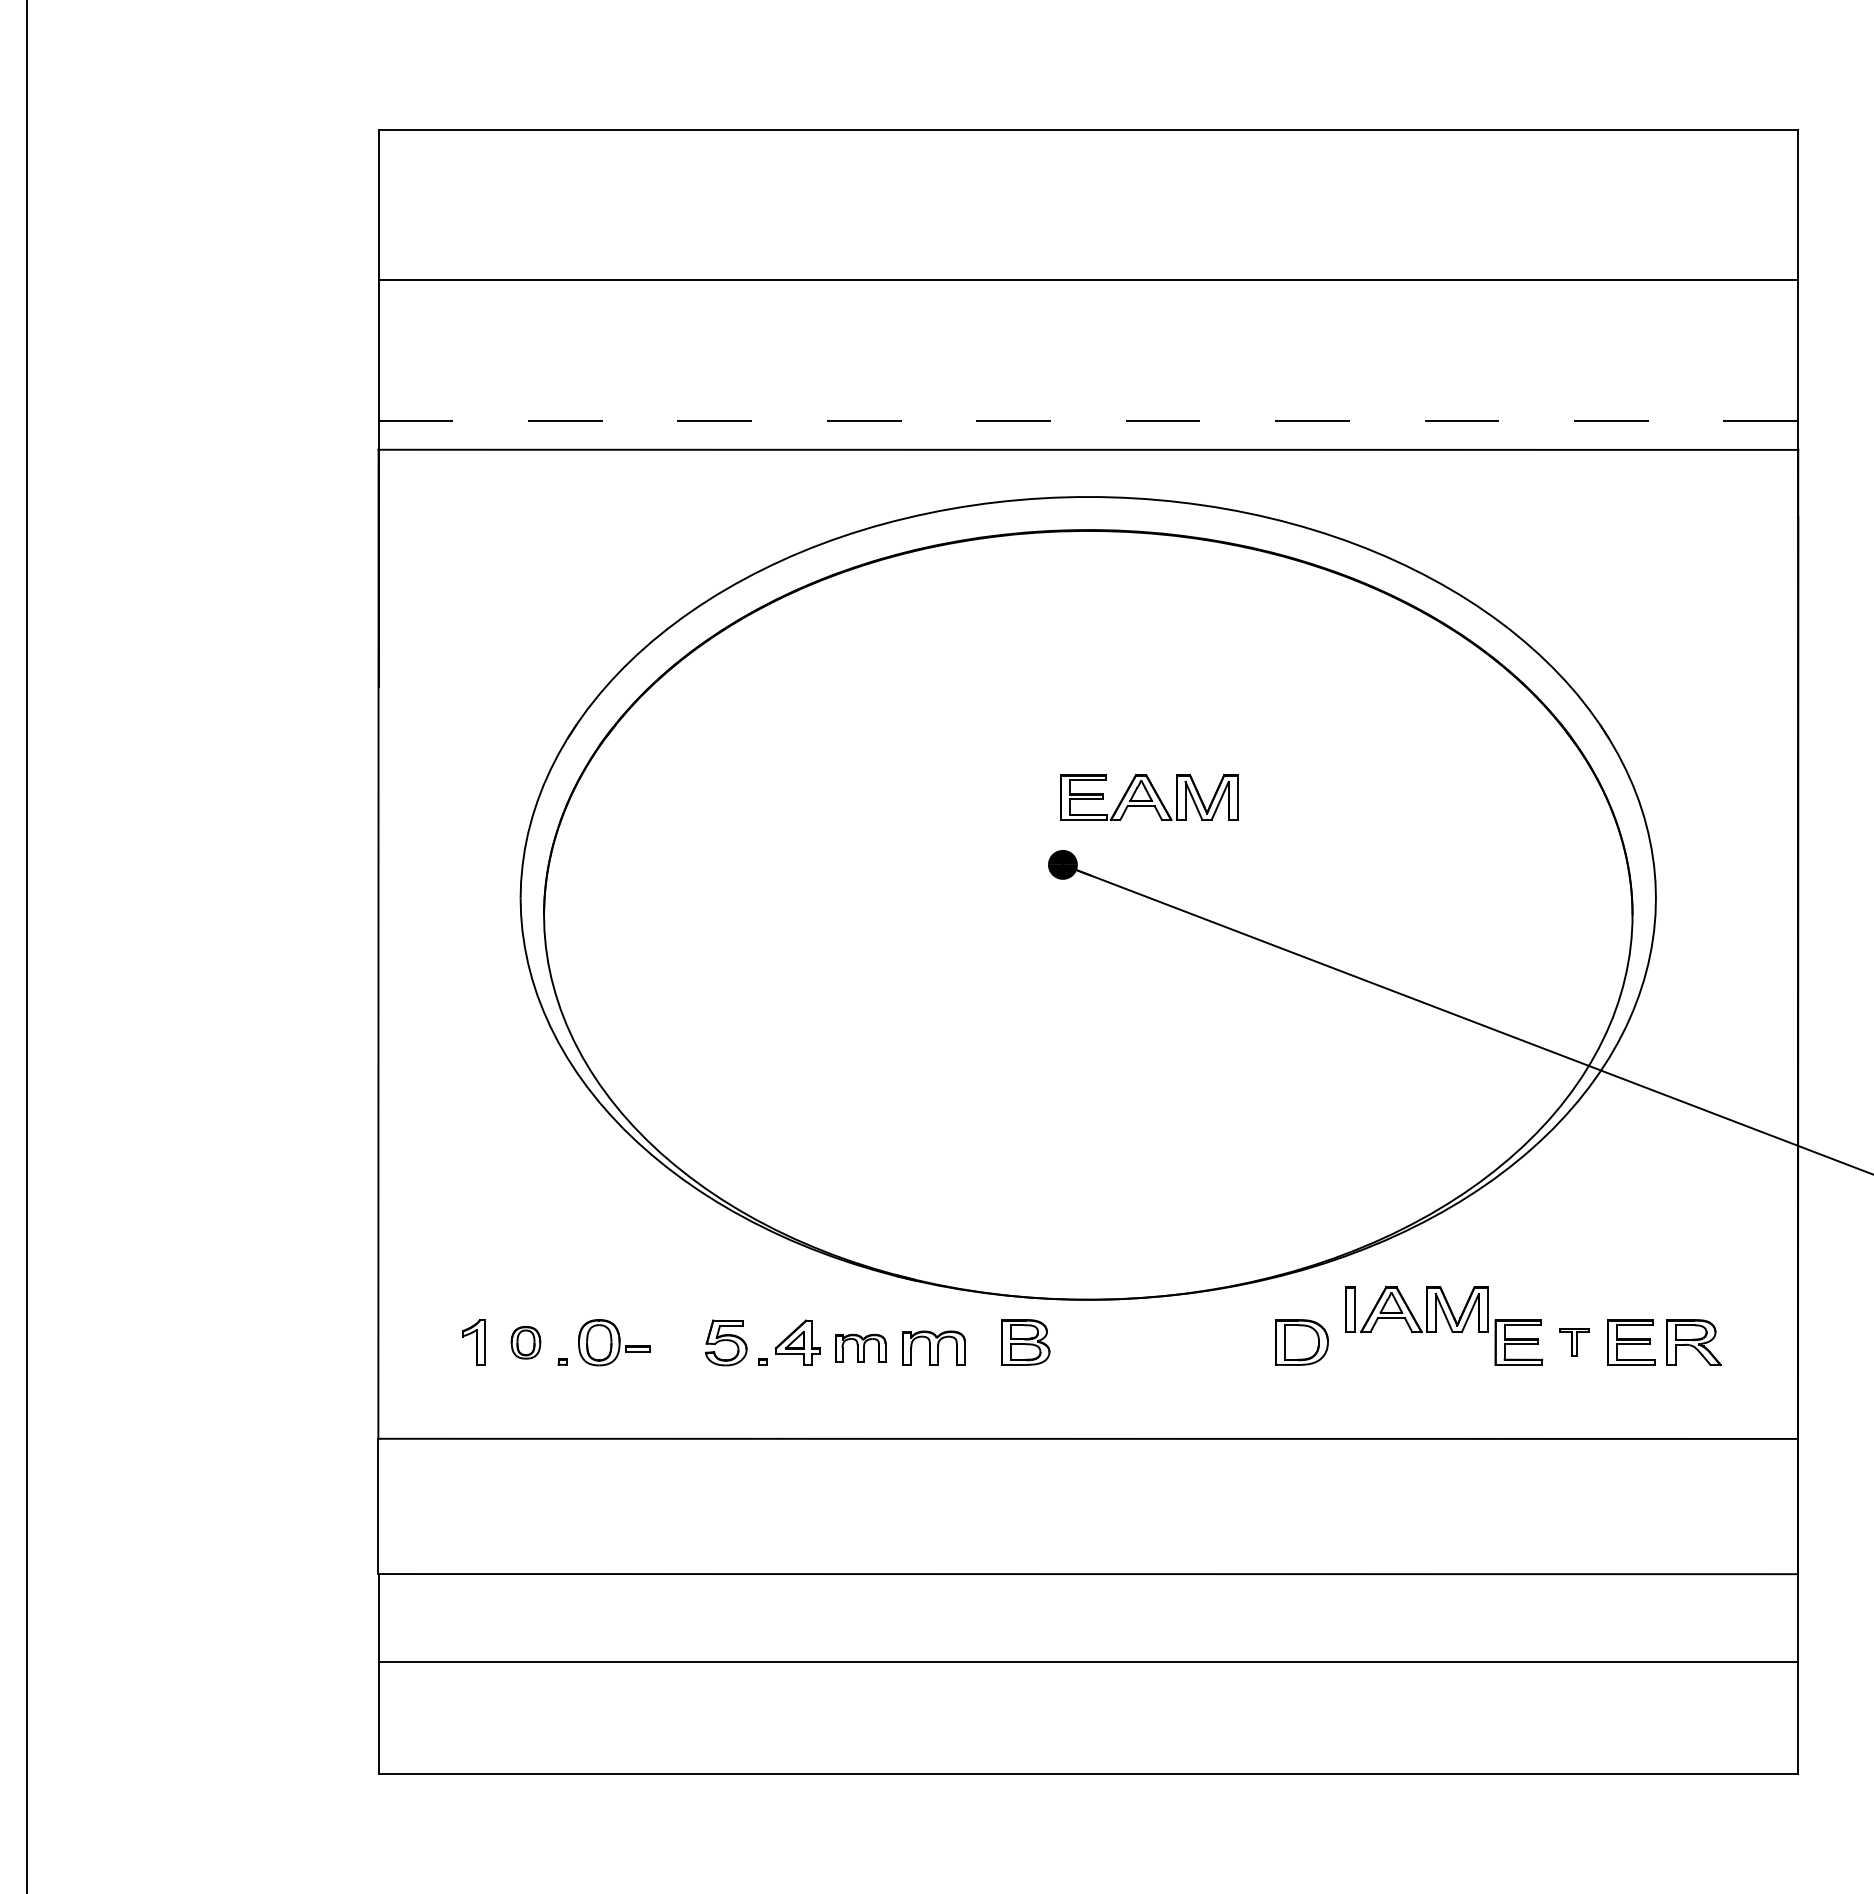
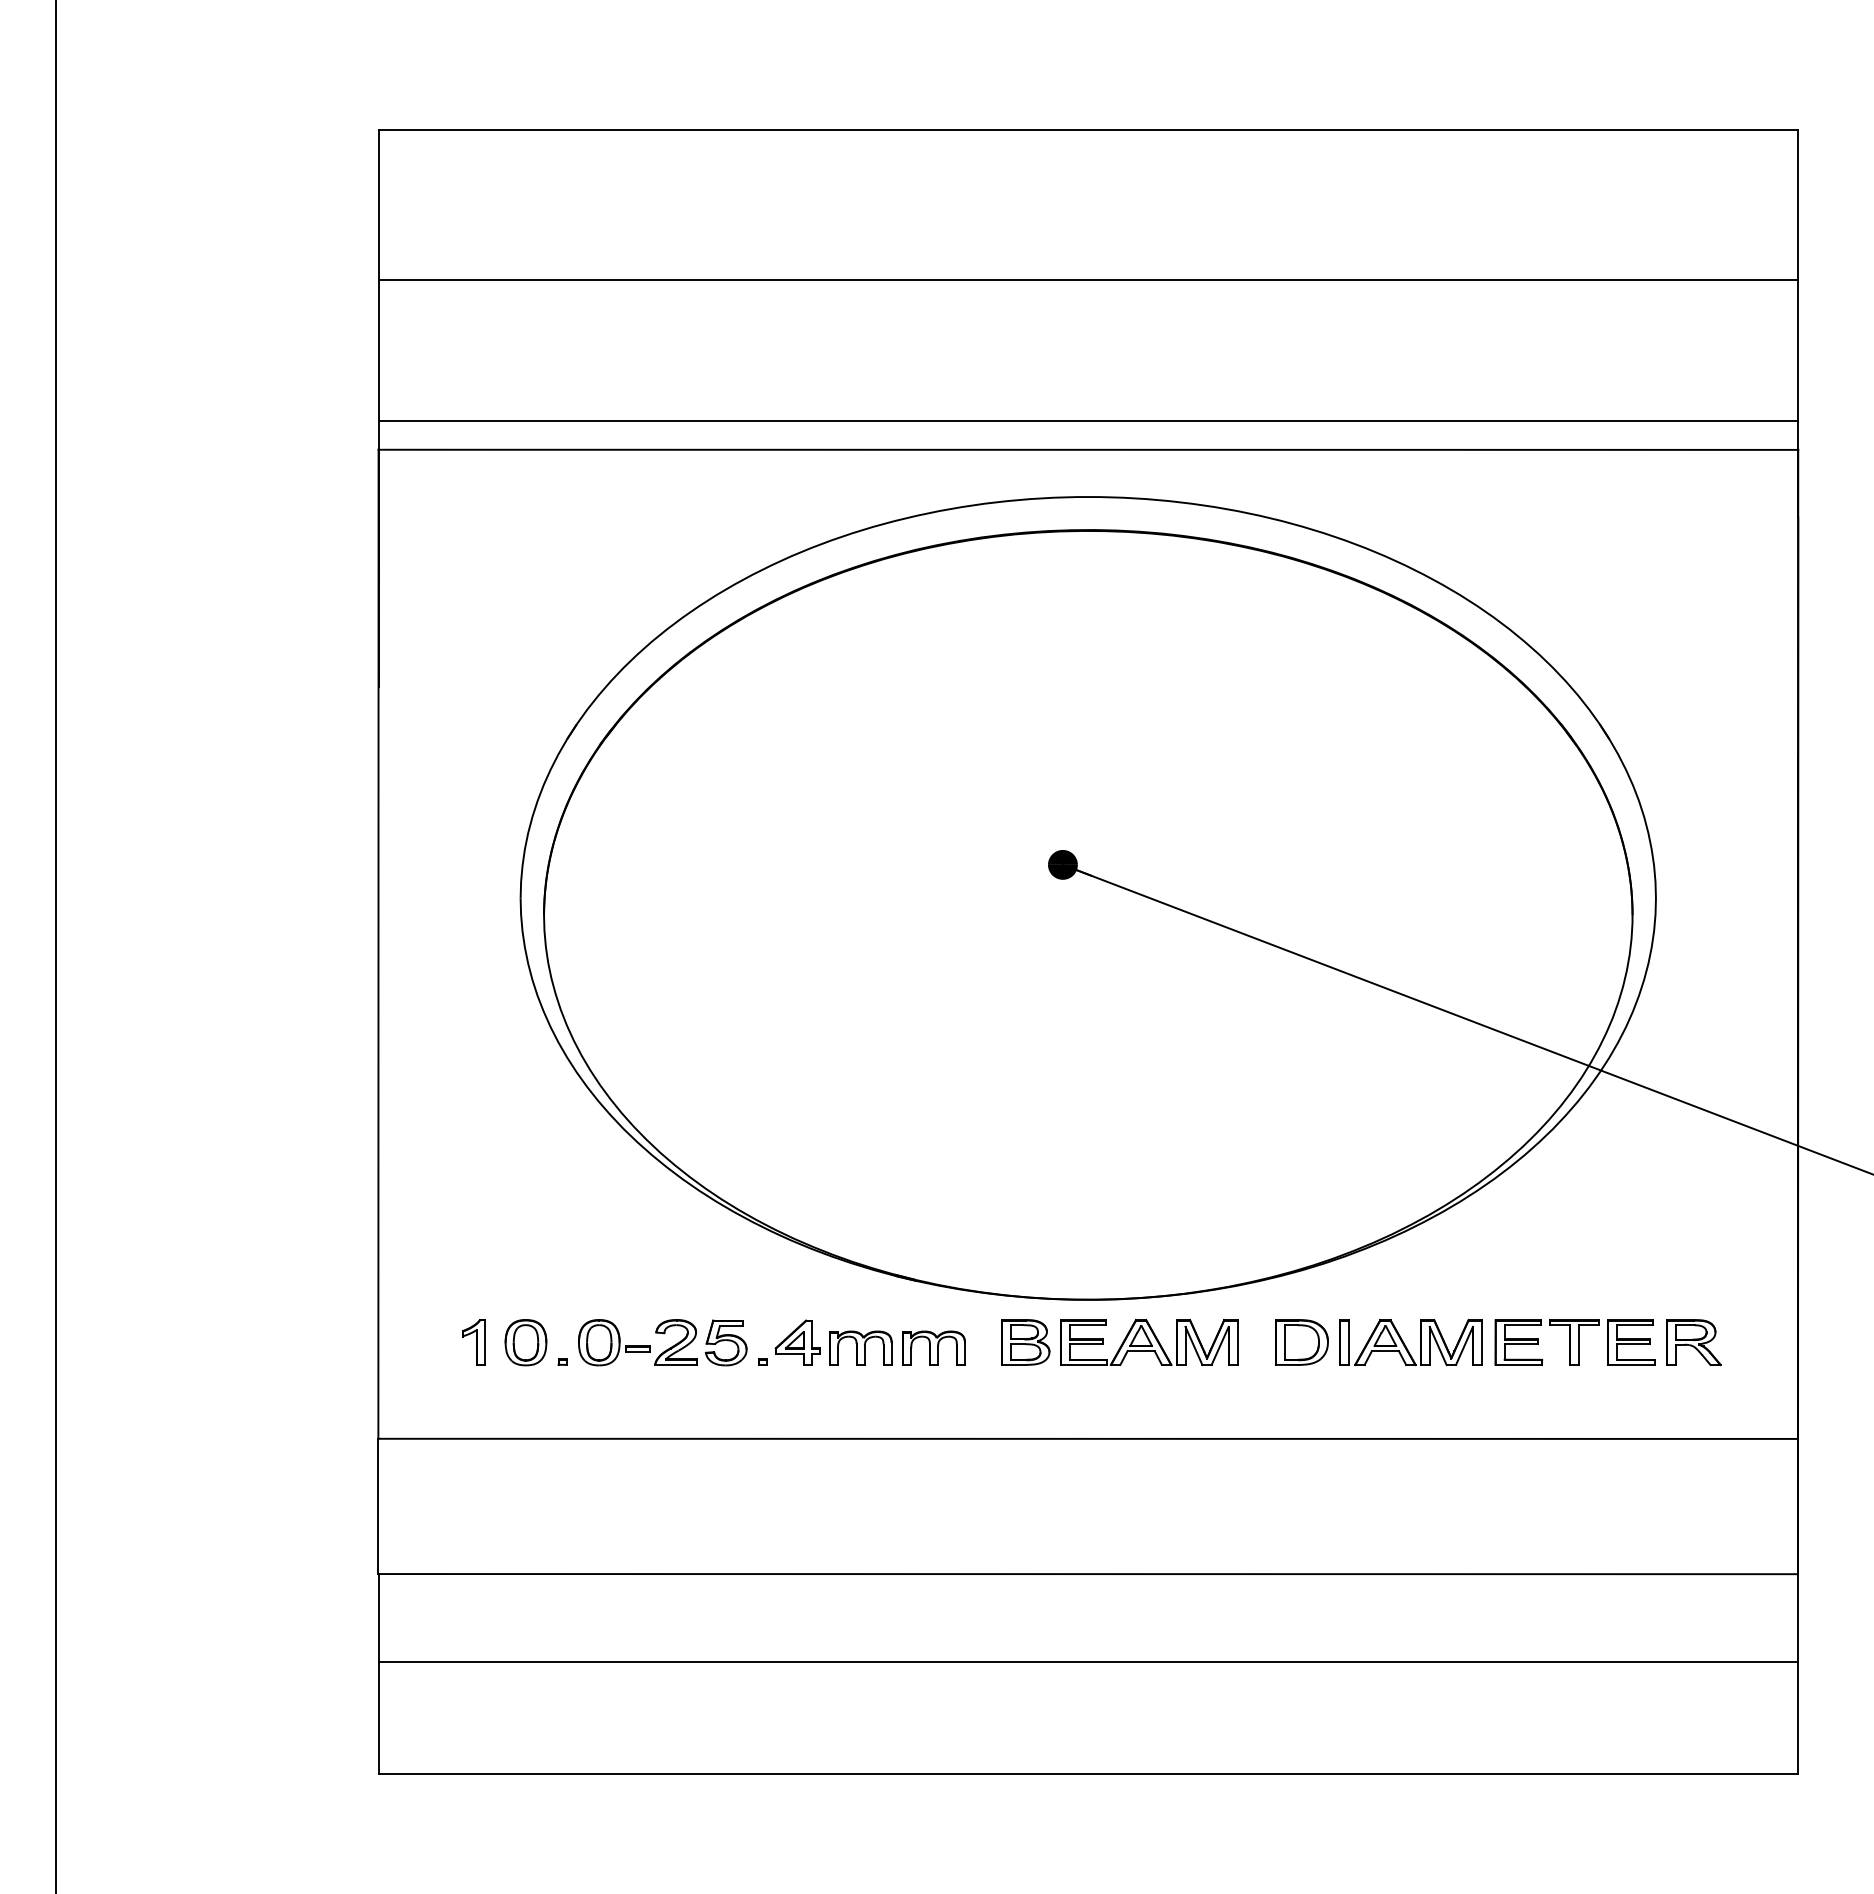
line at (1088, 420): dashed -> solid
part at (1149, 797) position: (1149, 797) -> (1149, 1342)
line at (27, 946) position: (27, 946) -> (56, 946)
part at (1416, 1309) position: (1416, 1309) -> (1410, 1342)
part at (525, 1342) size: 32x34 px -> 44x48 px
part at (675, 1342): none -> present
part at (1574, 1342) size: 31x29 px -> 51x47 px
part at (860, 1347) size: 52x30 px -> 64x36 px
